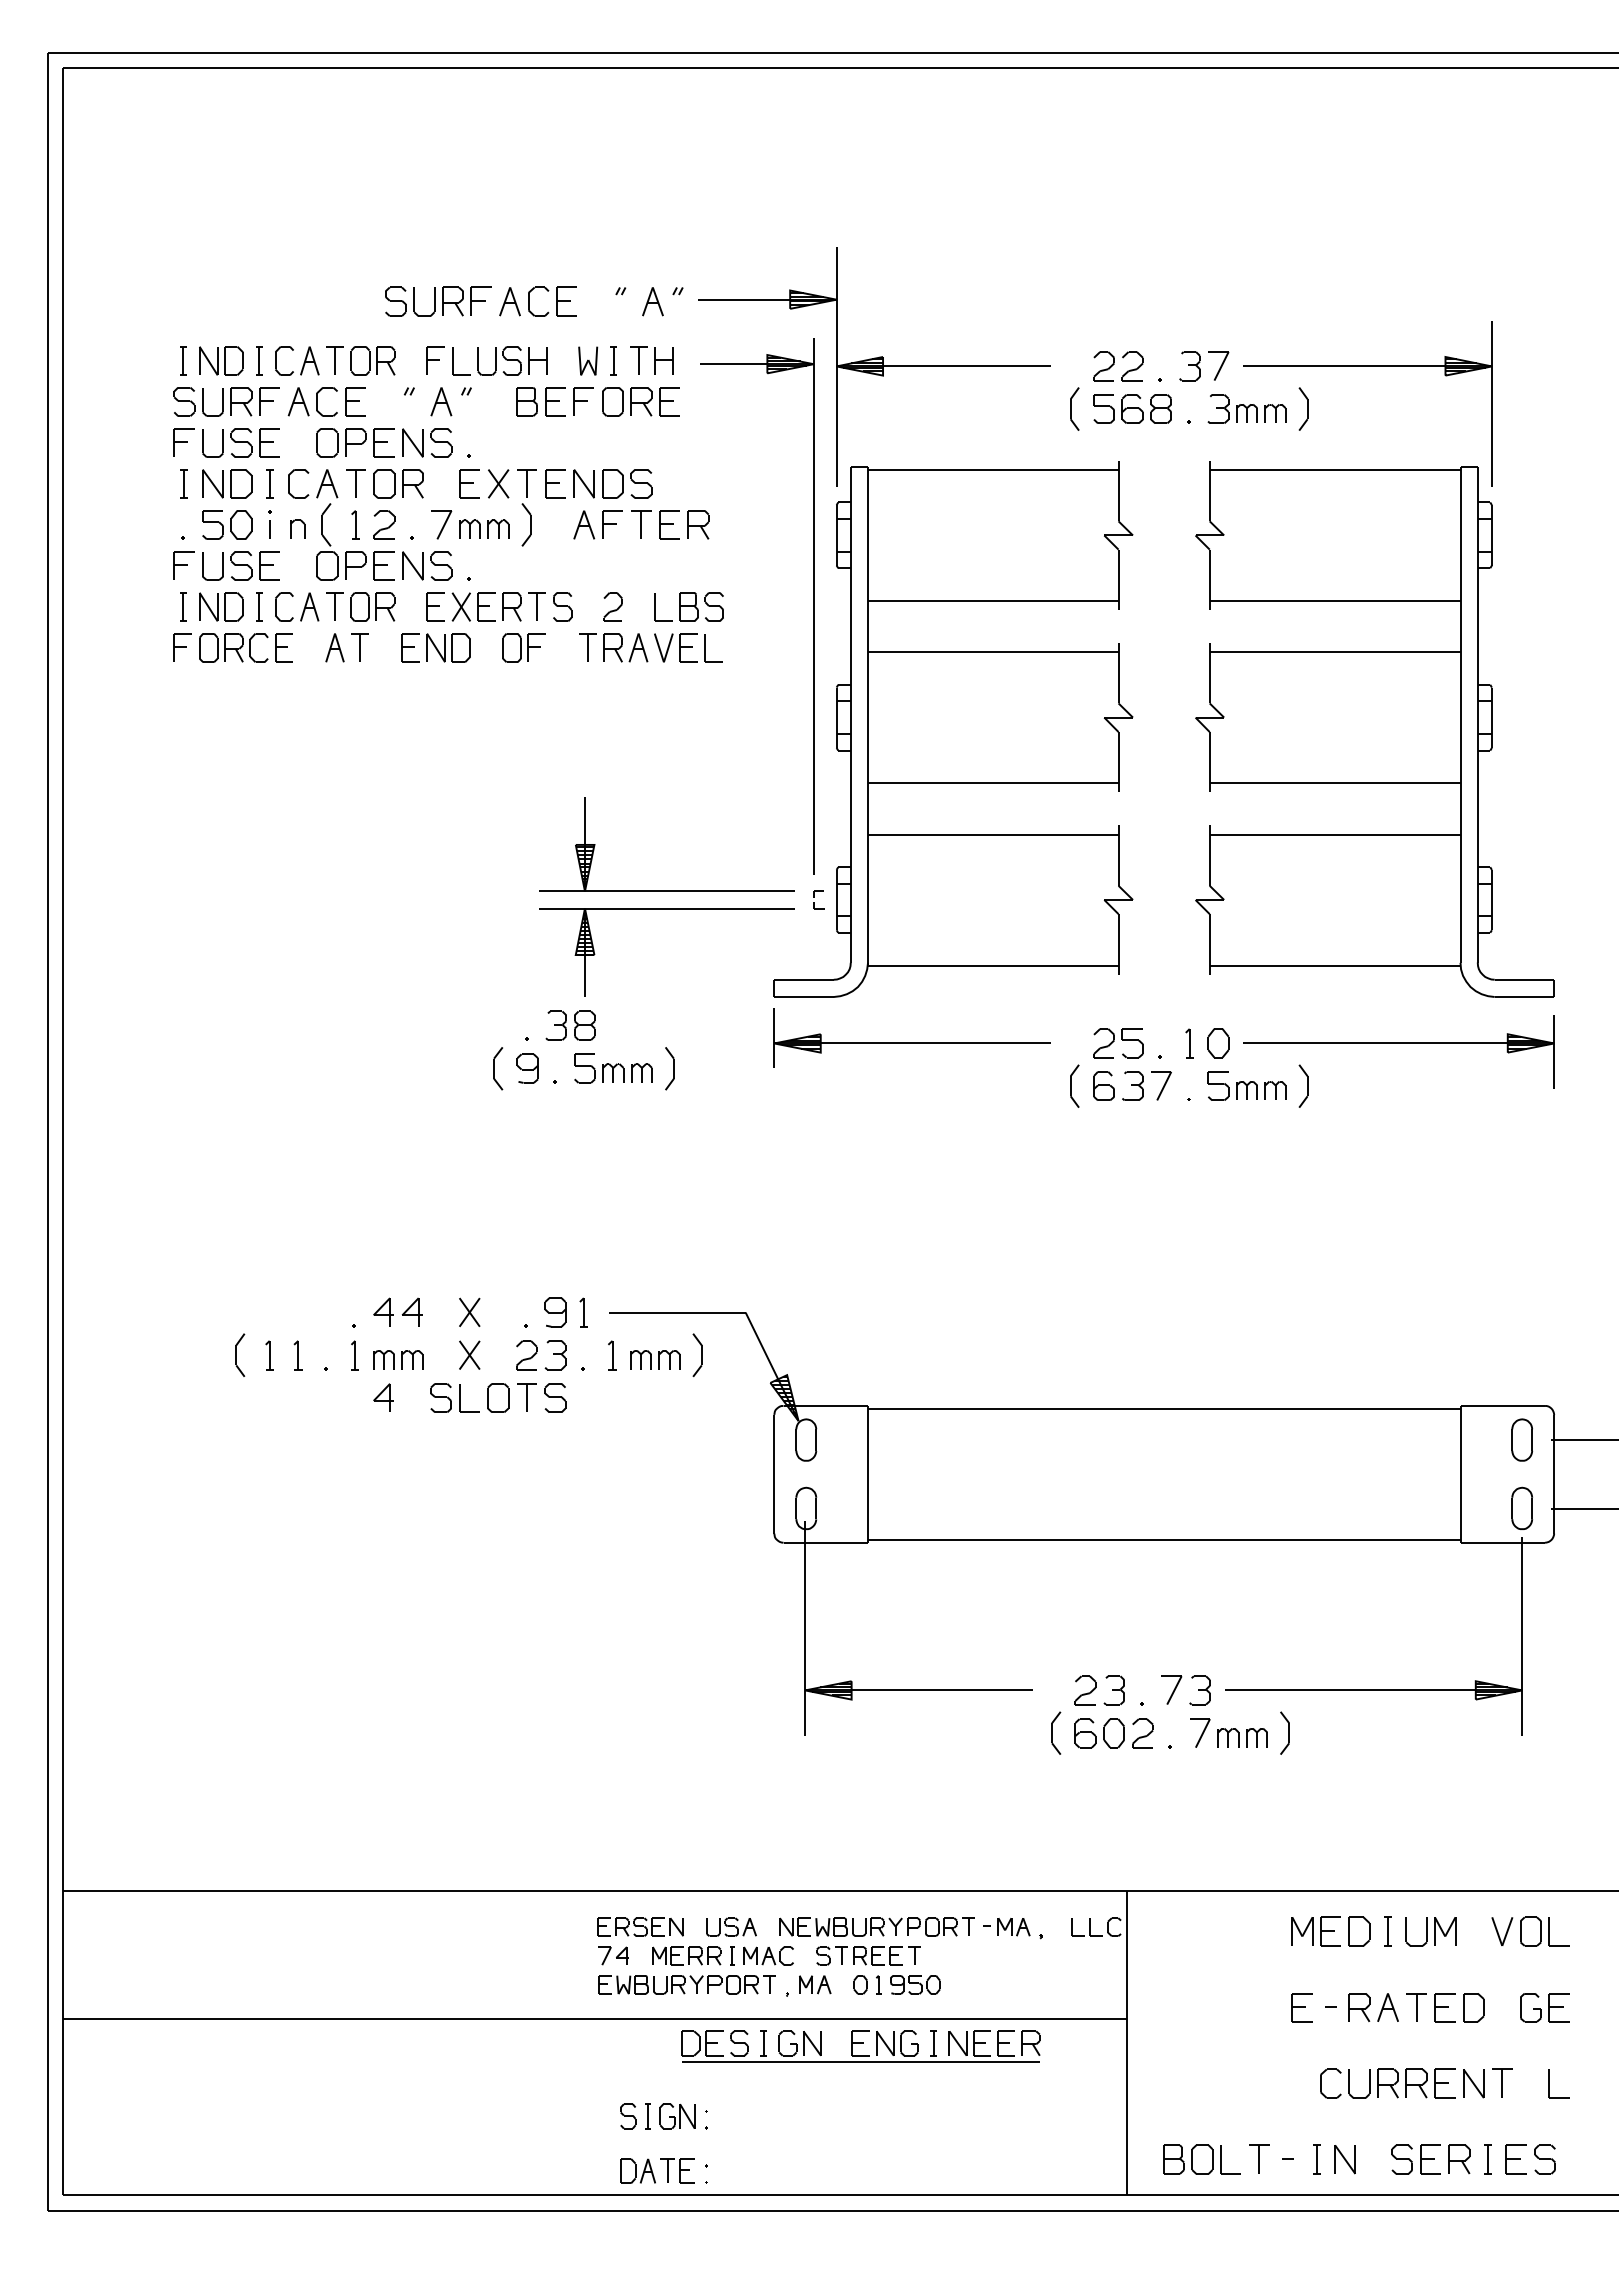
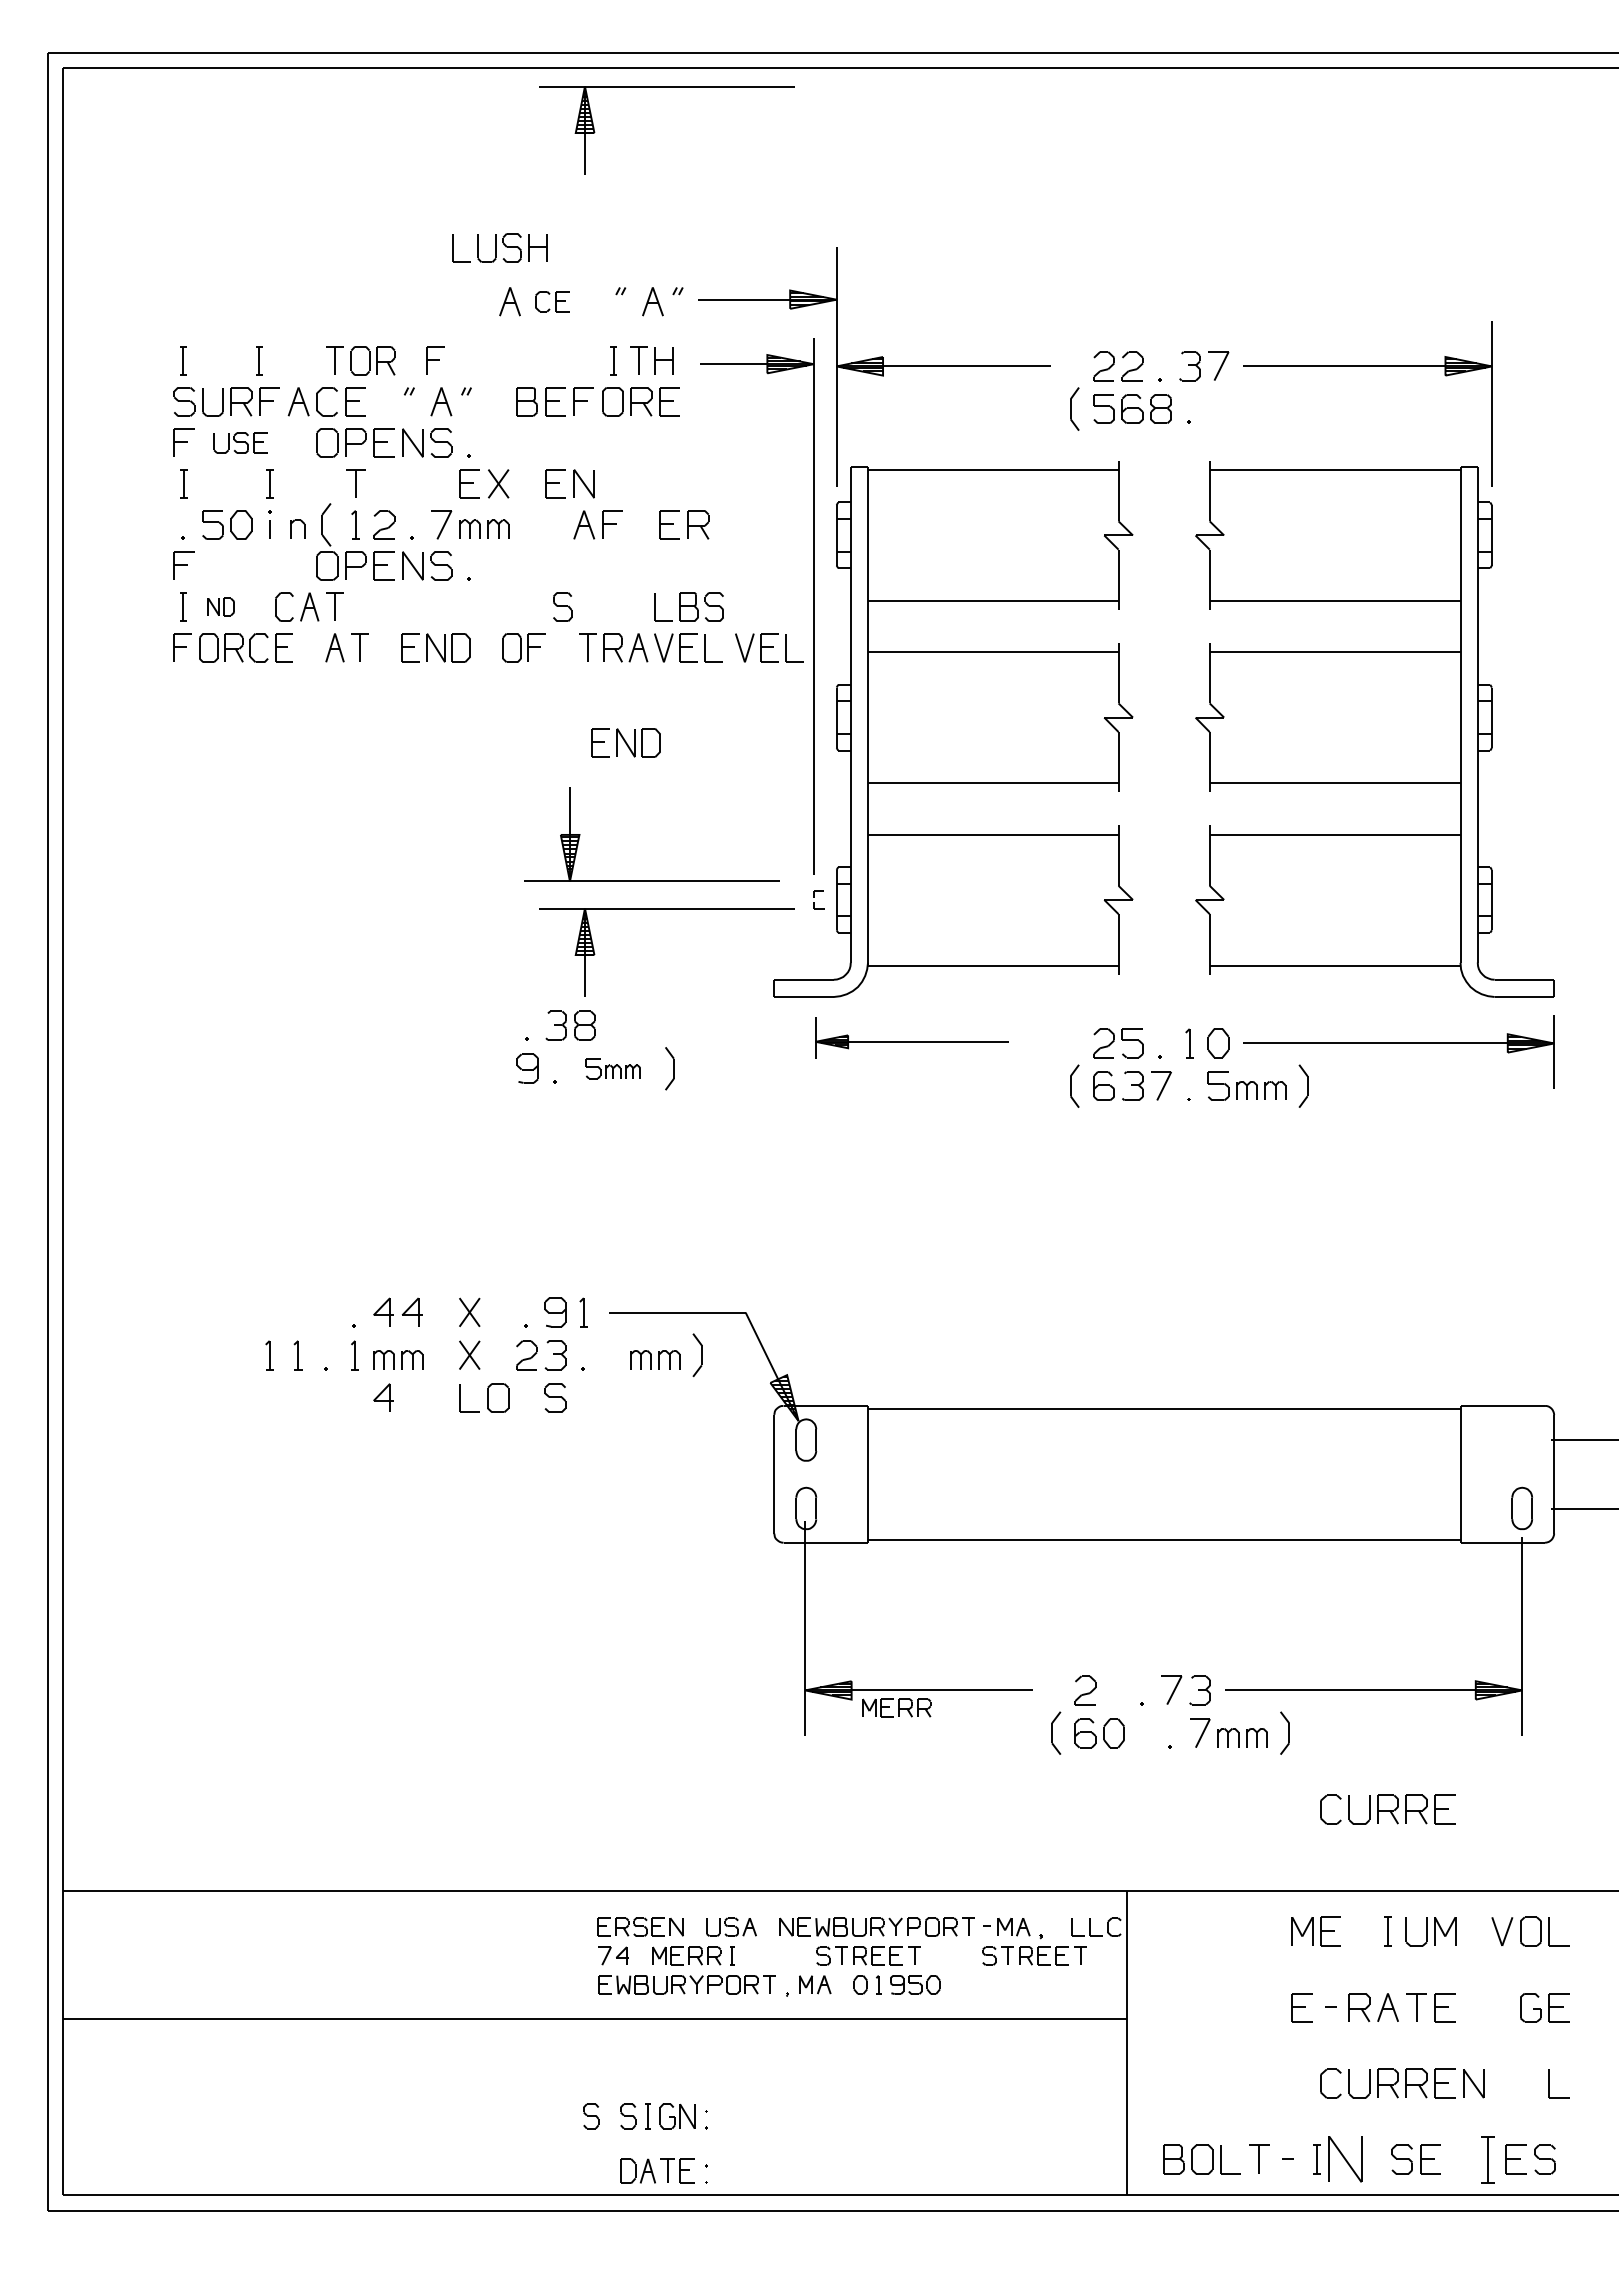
part at (666, 87): none -> present
part at (438, 301): present -> none
part at (552, 301) size: 49x31 px -> 35x22 px
part at (221, 360): present -> none
part at (499, 360) position: (499, 360) -> (499, 247)
part at (588, 360): present -> none
part at (303, 362): present -> none
part at (1246, 408): present -> none
part at (1303, 408): present -> none
part at (240, 442) size: 78x30 px -> 55x22 px
part at (227, 483): present -> none
part at (398, 483): present -> none
part at (627, 483): present -> none
part at (320, 484): present -> none
part at (526, 507): present -> none
part at (641, 524): present -> none
part at (240, 565): present -> none
part at (221, 606) size: 45x30 px -> 28x20 px
part at (259, 606): present -> none
part at (372, 606): present -> none
part at (485, 606): present -> none
part at (612, 606): present -> none
part at (769, 647): none -> present
part at (625, 742): none -> present
part at (666, 890) position: (666, 890) -> (651, 880)
part at (911, 1037) size: 278x60 px -> 194x42 px
part at (498, 1068): present -> none
part at (613, 1068) size: 79x31 px -> 56x22 px
part at (240, 1354): present -> none
part at (612, 1355): present -> none
part at (440, 1397): present -> none
part at (526, 1397): present -> none
part at (1522, 1439): present -> none
part at (1113, 1690): present -> none
part at (896, 1707): none -> present
part at (1142, 1733): present -> none
part at (1387, 1809): none -> present
part at (1359, 1931): present -> none
part at (768, 1955): present -> none
part at (1034, 1955): none -> present
part at (1473, 2007): present -> none
part at (860, 2046): present -> none
part at (1502, 2082): present -> none
part at (591, 2116): none -> present
part at (1459, 2158): present -> none
part at (1344, 2159) size: 22x30 px -> 35x47 px
part at (1487, 2159) size: 8x31 px -> 14x48 px
